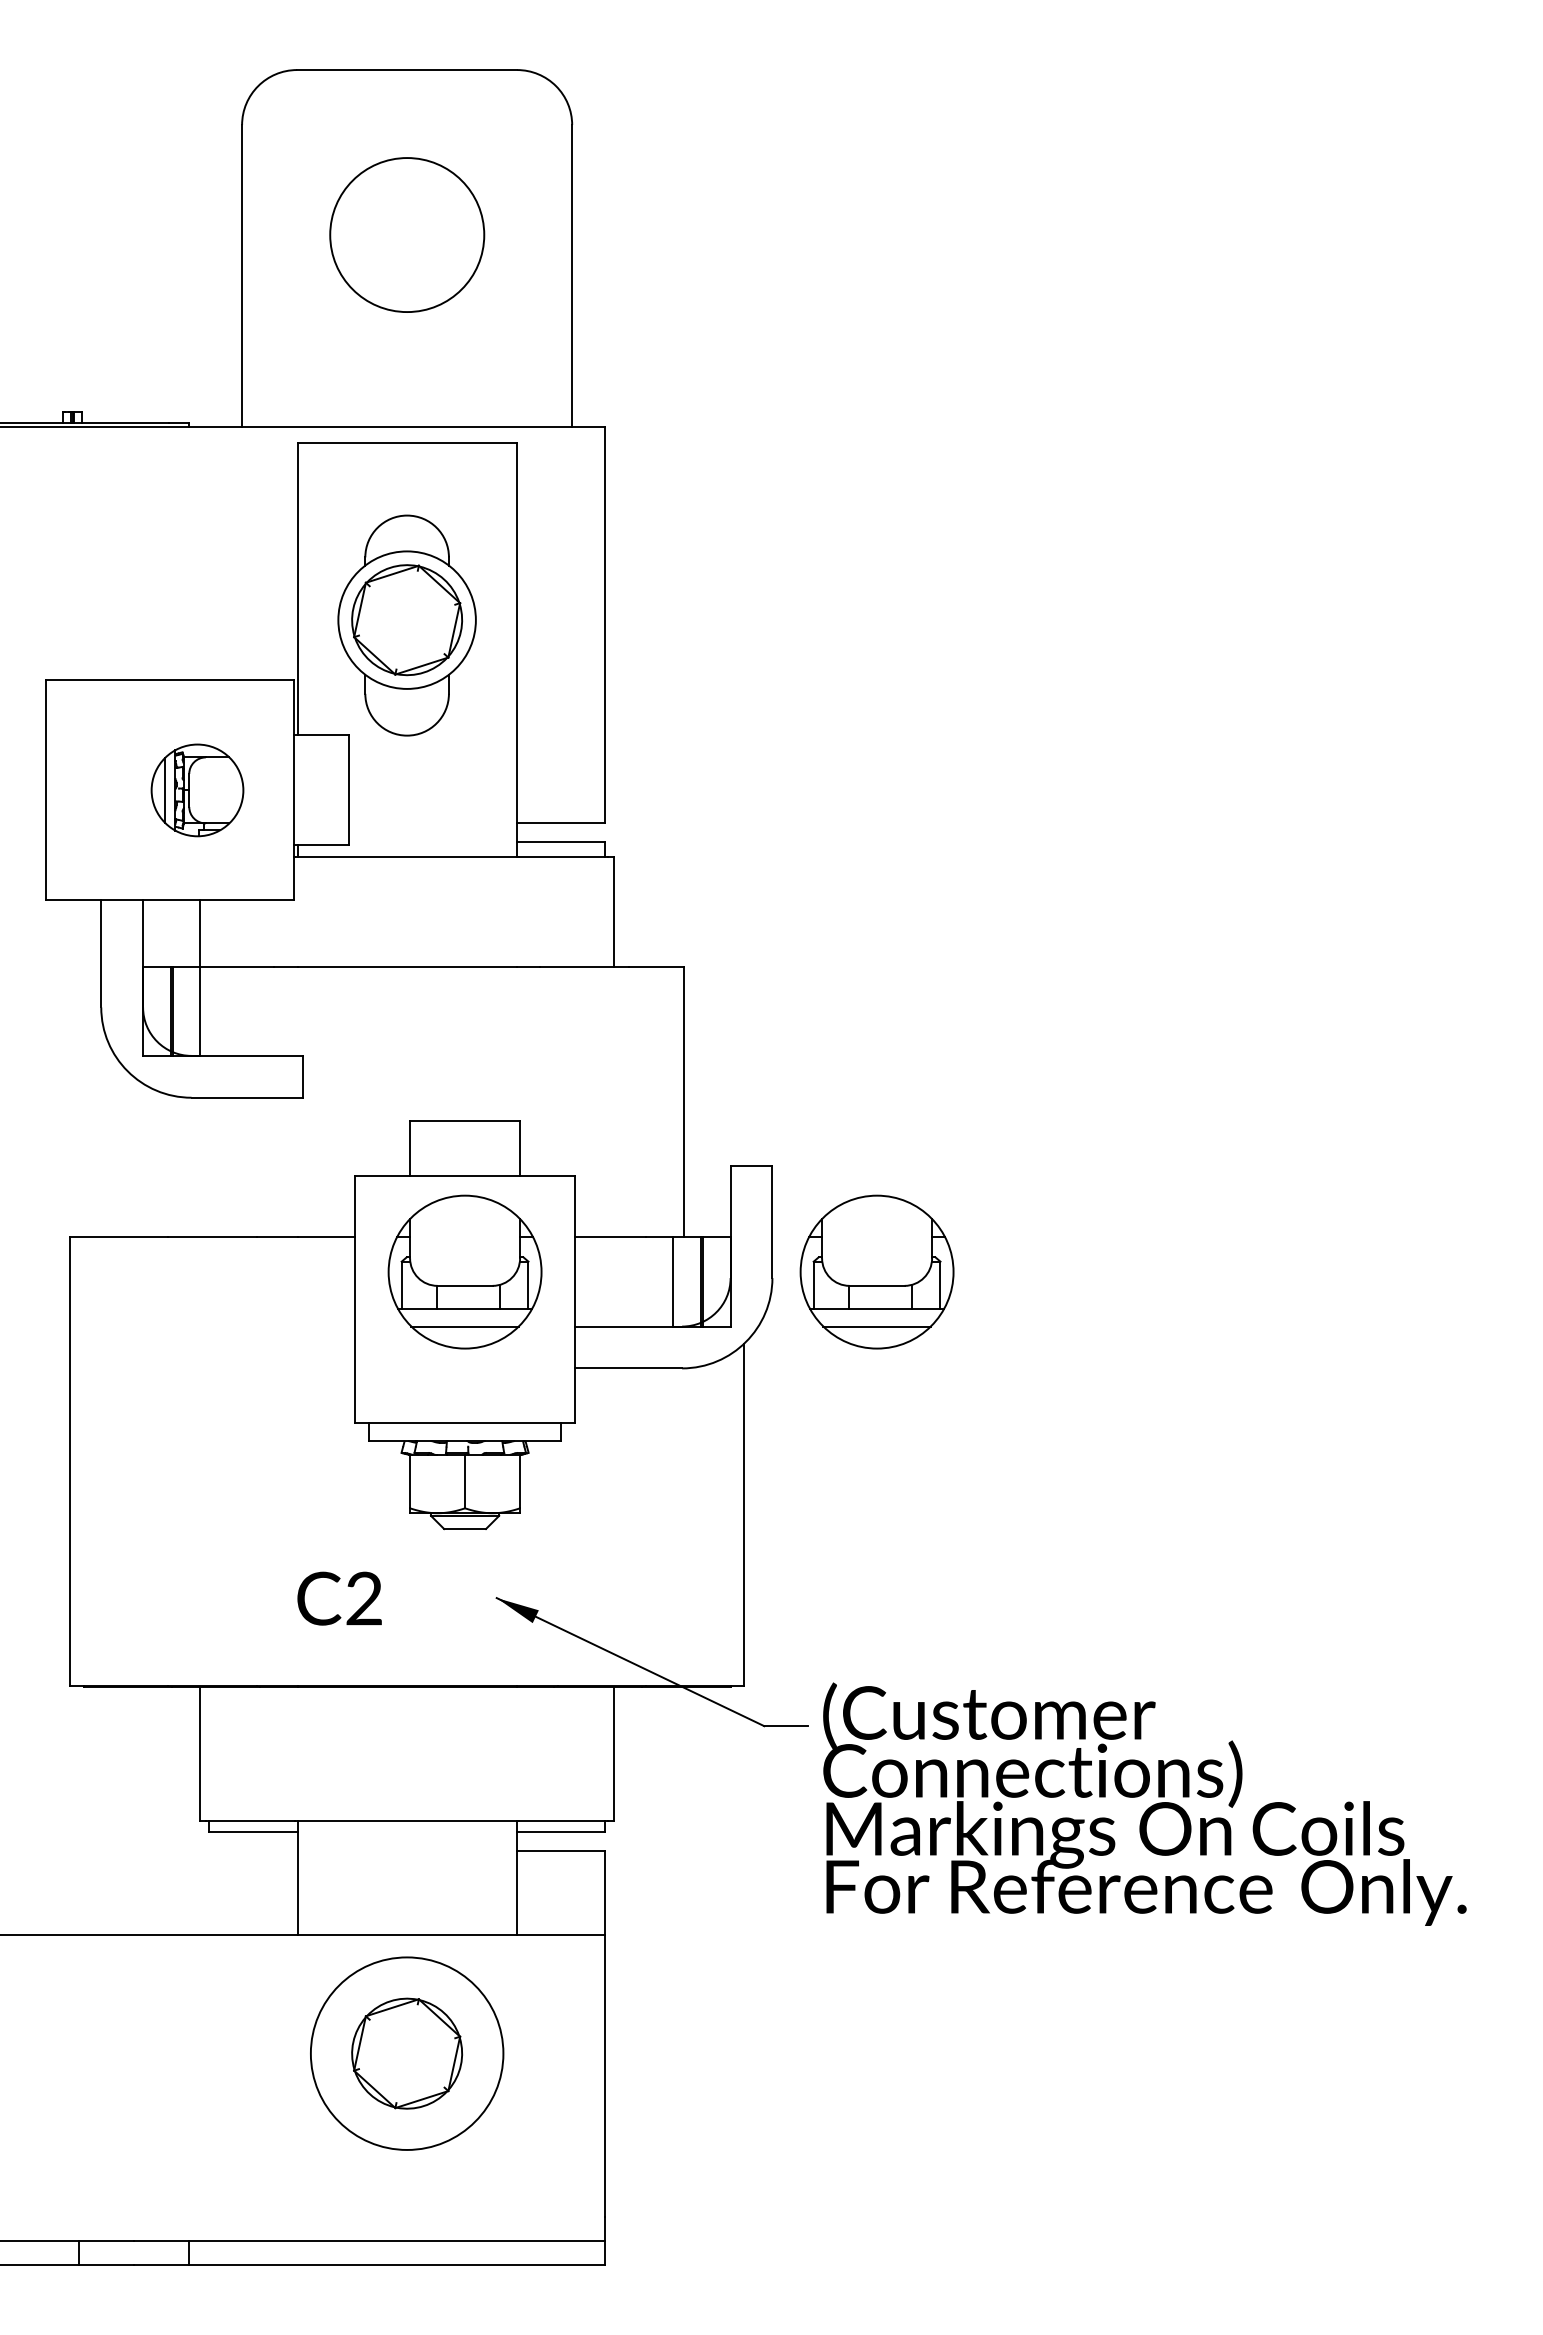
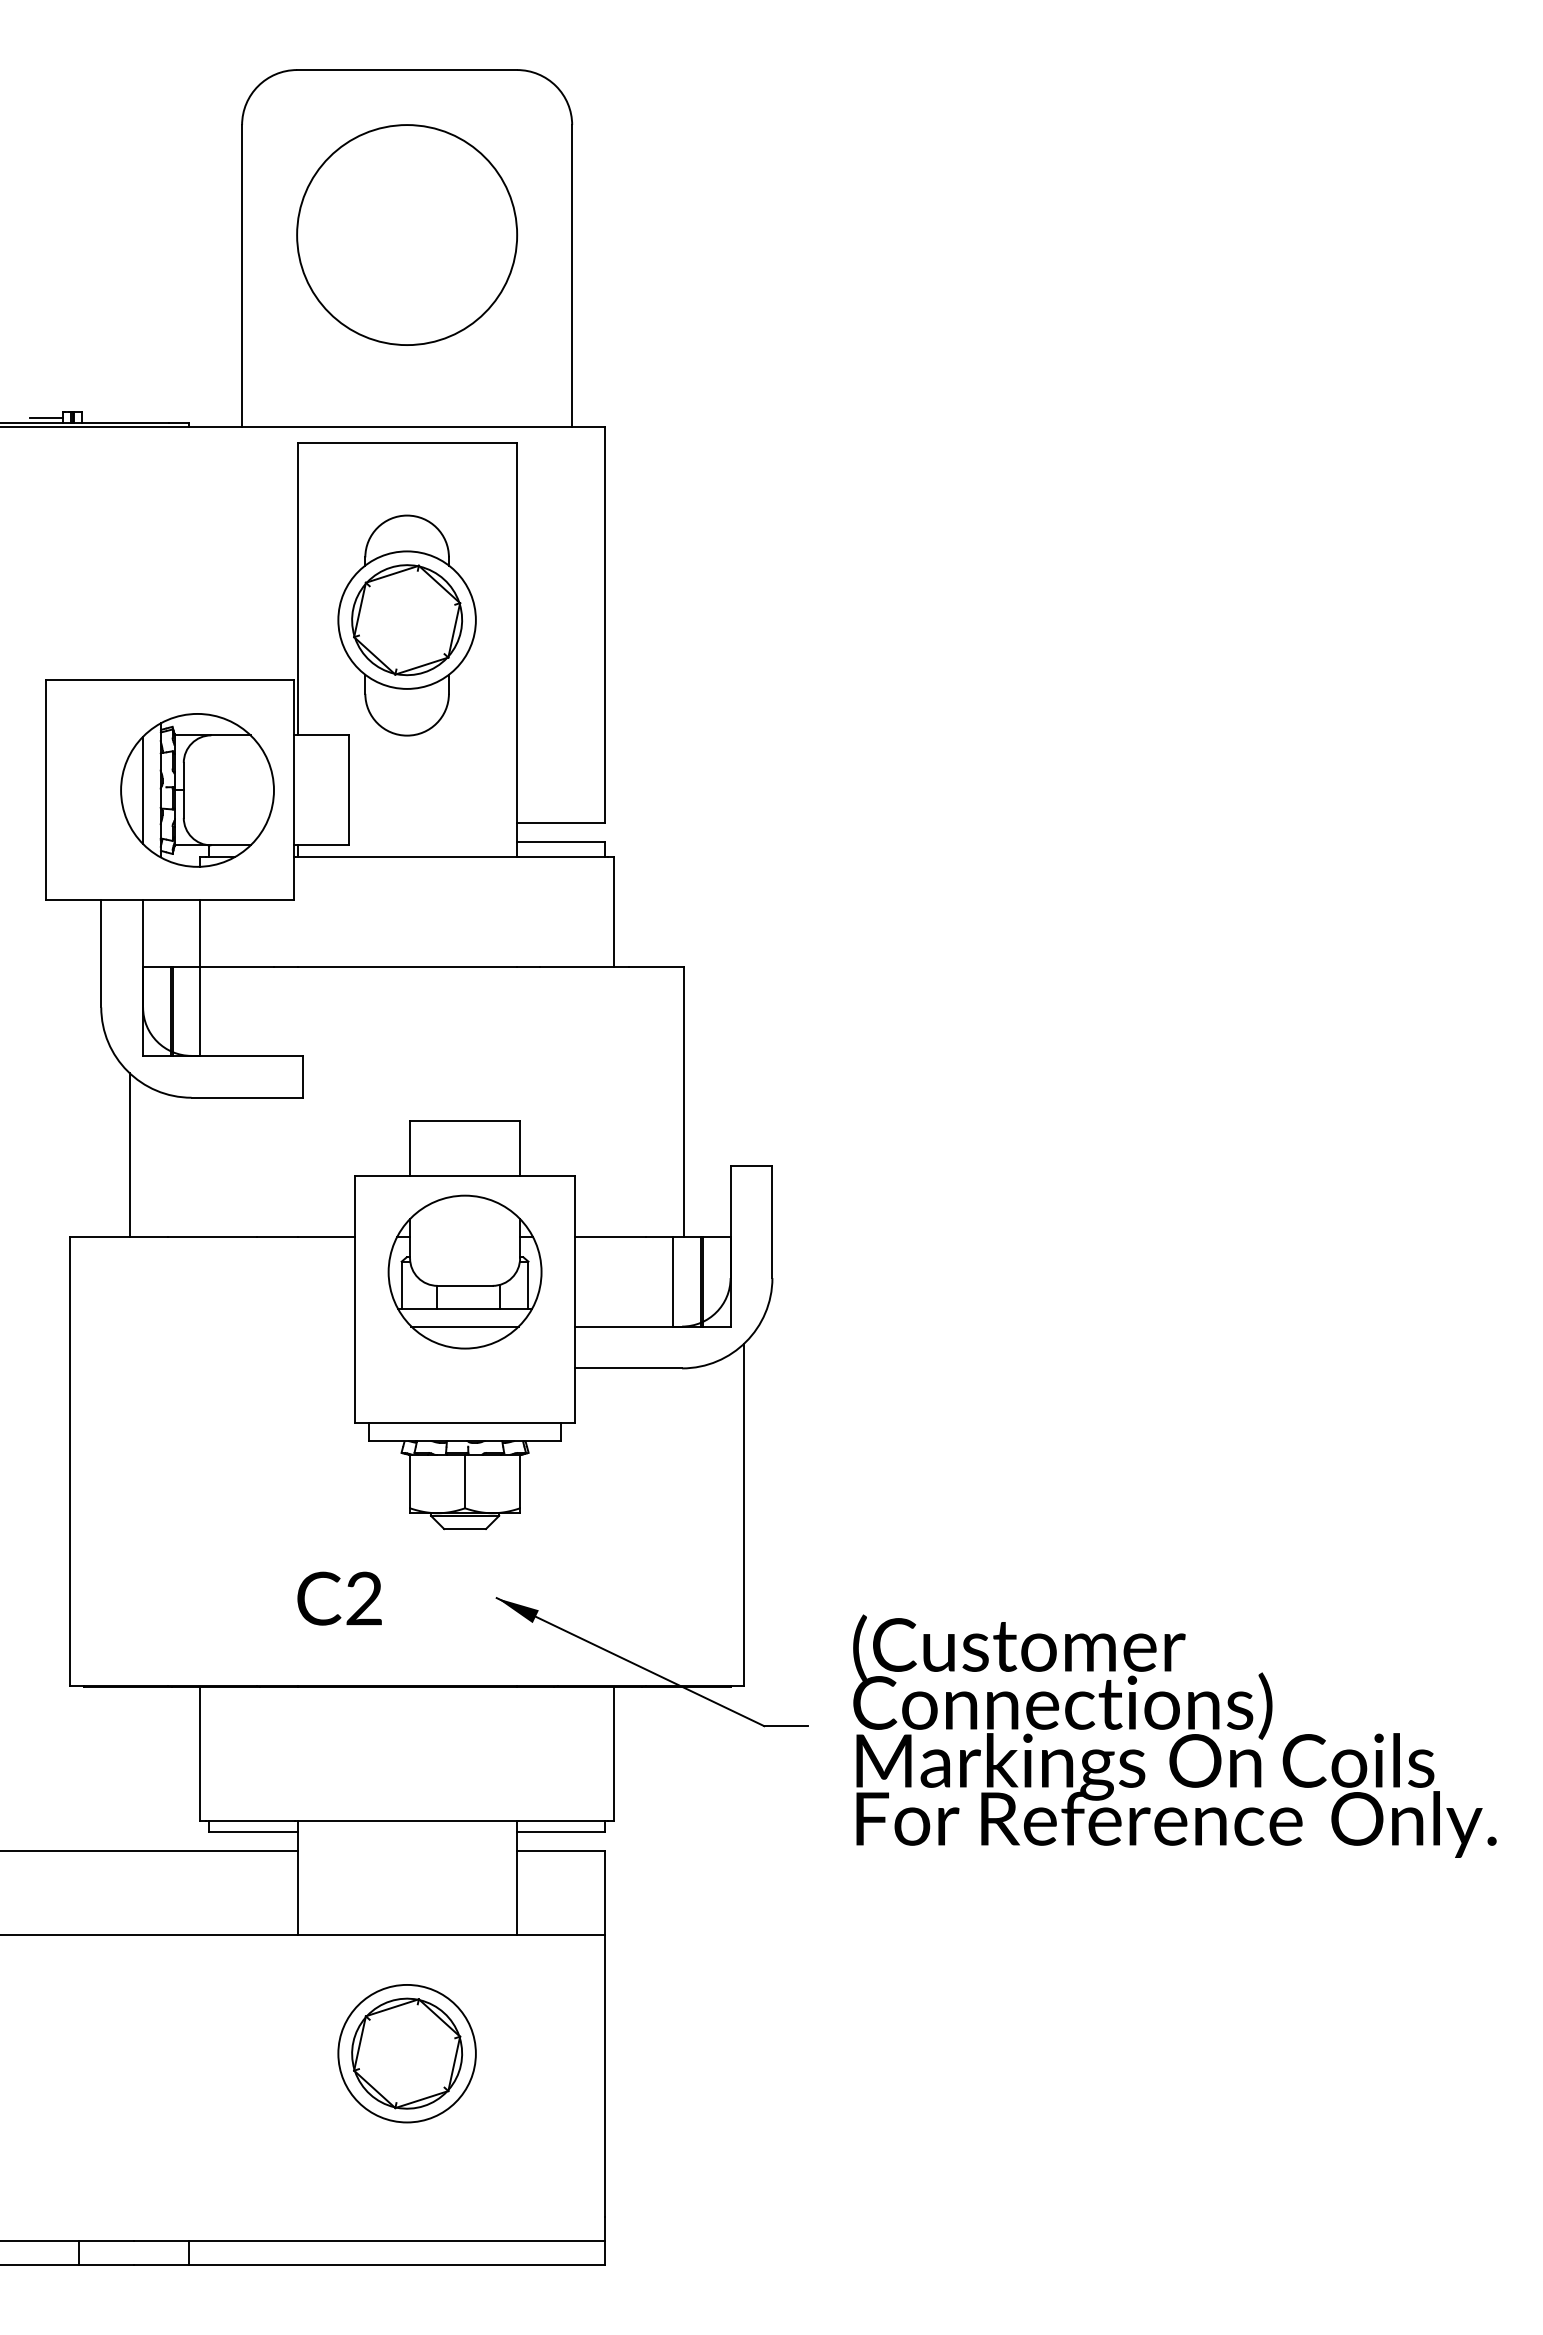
circle at (407, 234) size: 157x156 px -> 223x222 px
line at (45, 418): none -> present
part at (197, 790) size: 95x95 px -> 155x155 px
line at (129, 1155): none -> present
part at (876, 1271): present -> none
text at (1144, 1803) position: (1144, 1803) -> (1174, 1735)
line at (149, 1850): none -> present
circle at (406, 2053) diameter: 193 px -> 138 px
